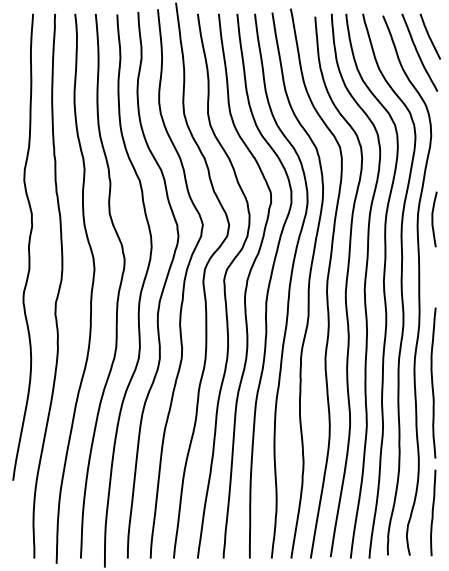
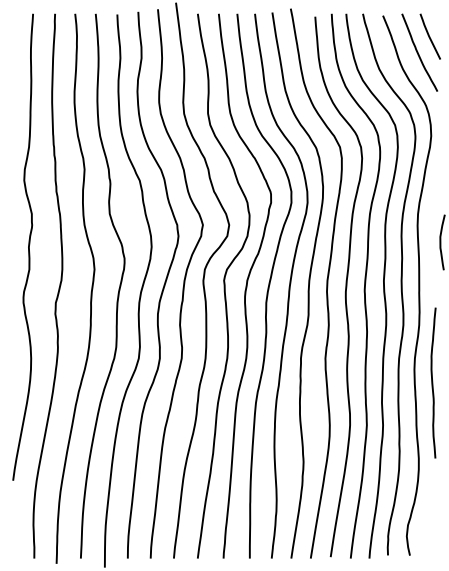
curve at (433, 219) position: (433, 219) -> (441, 242)
curve at (433, 512): present -> none
